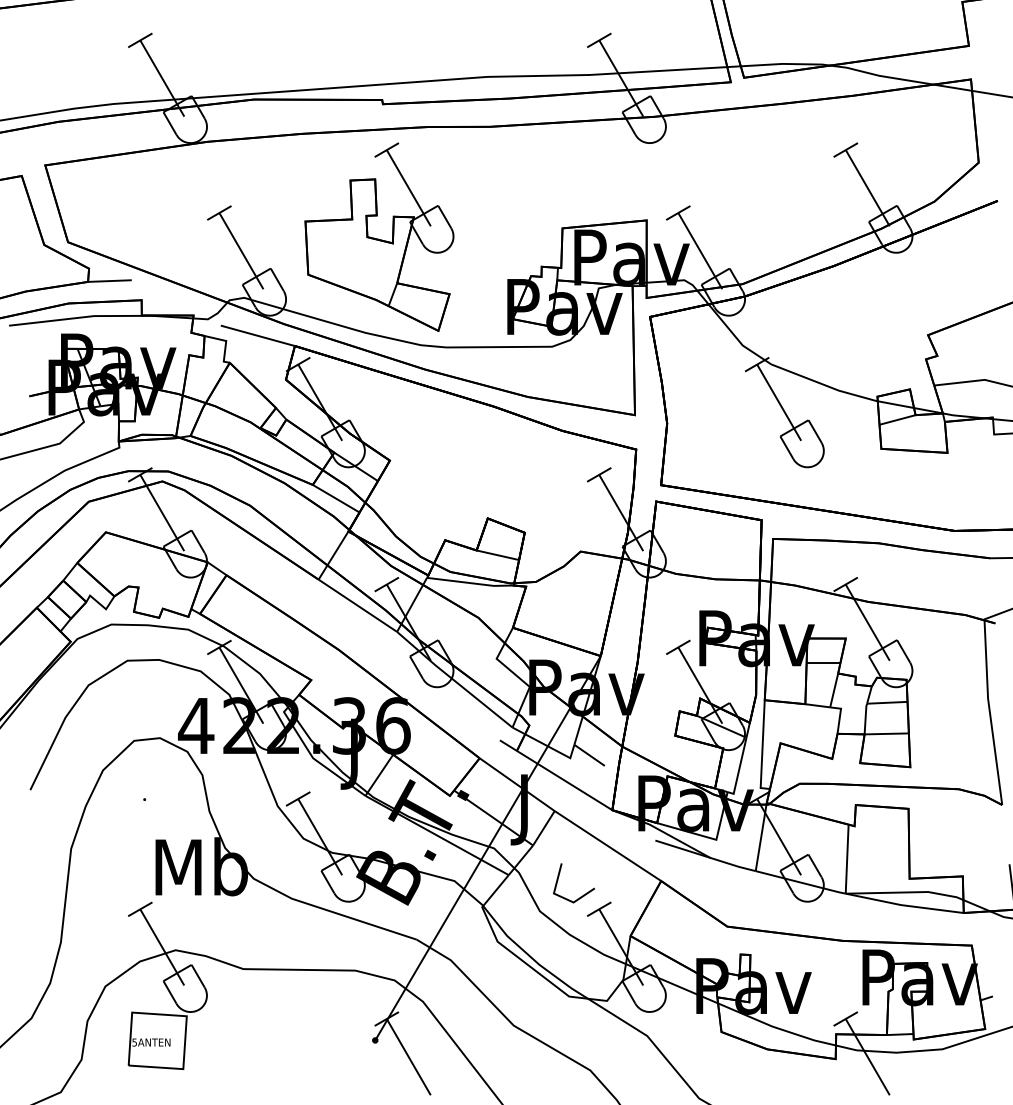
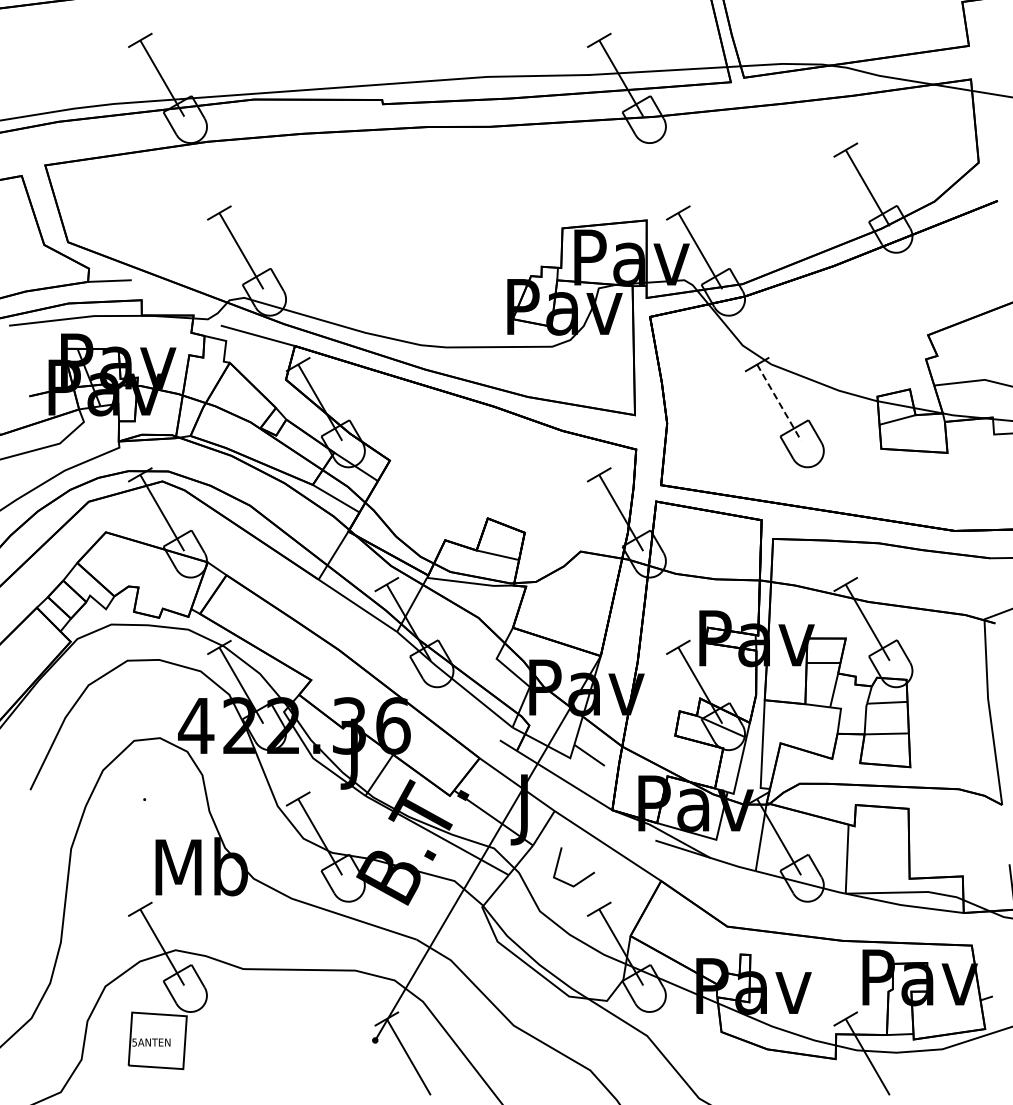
part at (379, 237): present -> none
line at (779, 403): solid -> dashed
line at (580, 896) position: (580, 896) -> (580, 880)
